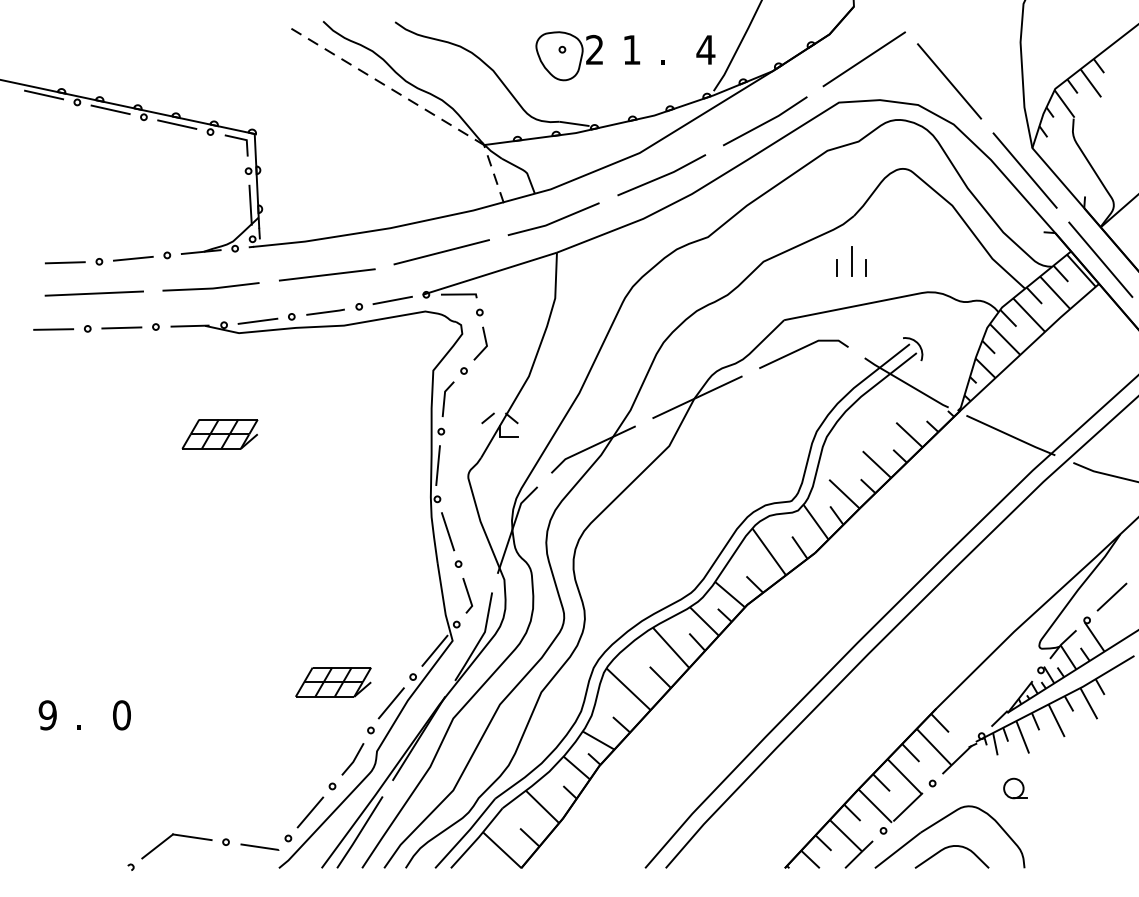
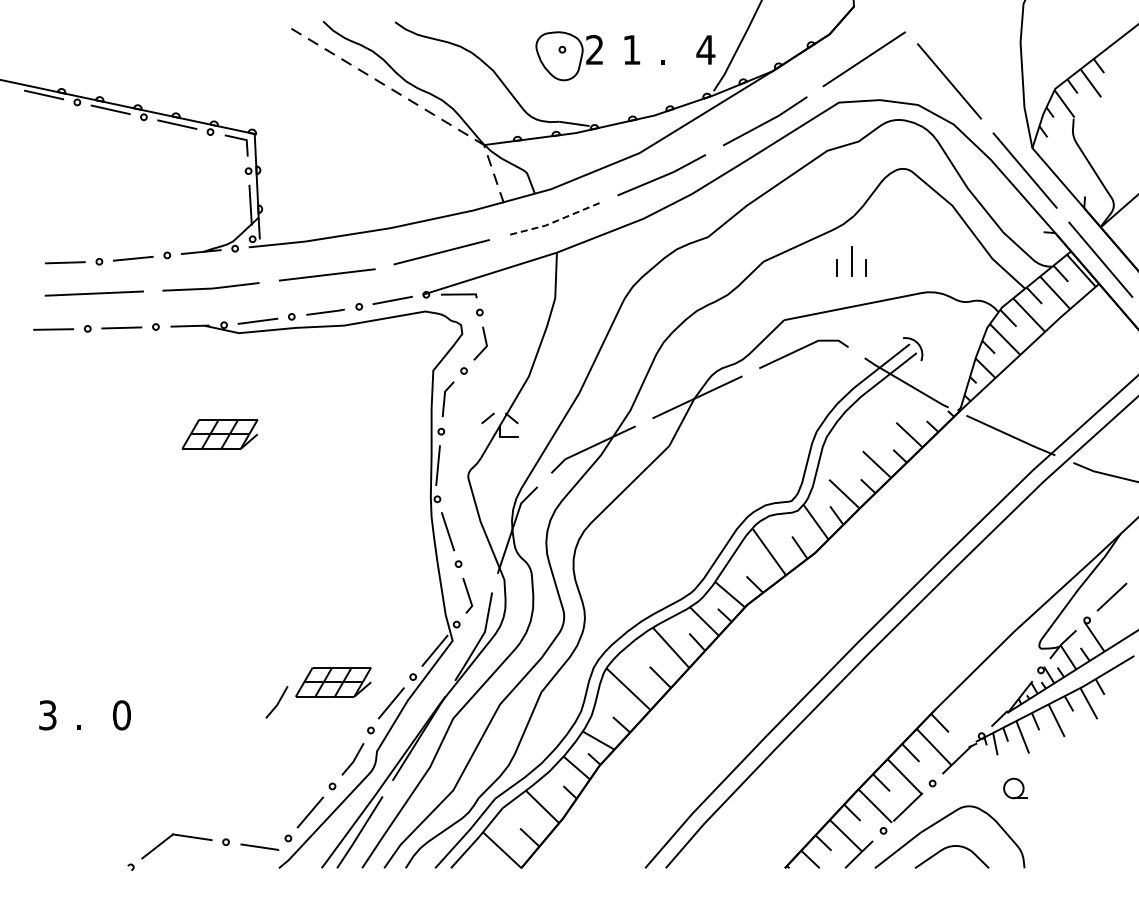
line at (553, 222): solid -> dashed
line at (277, 702): none -> present
text at (47, 715): 9 -> 3
